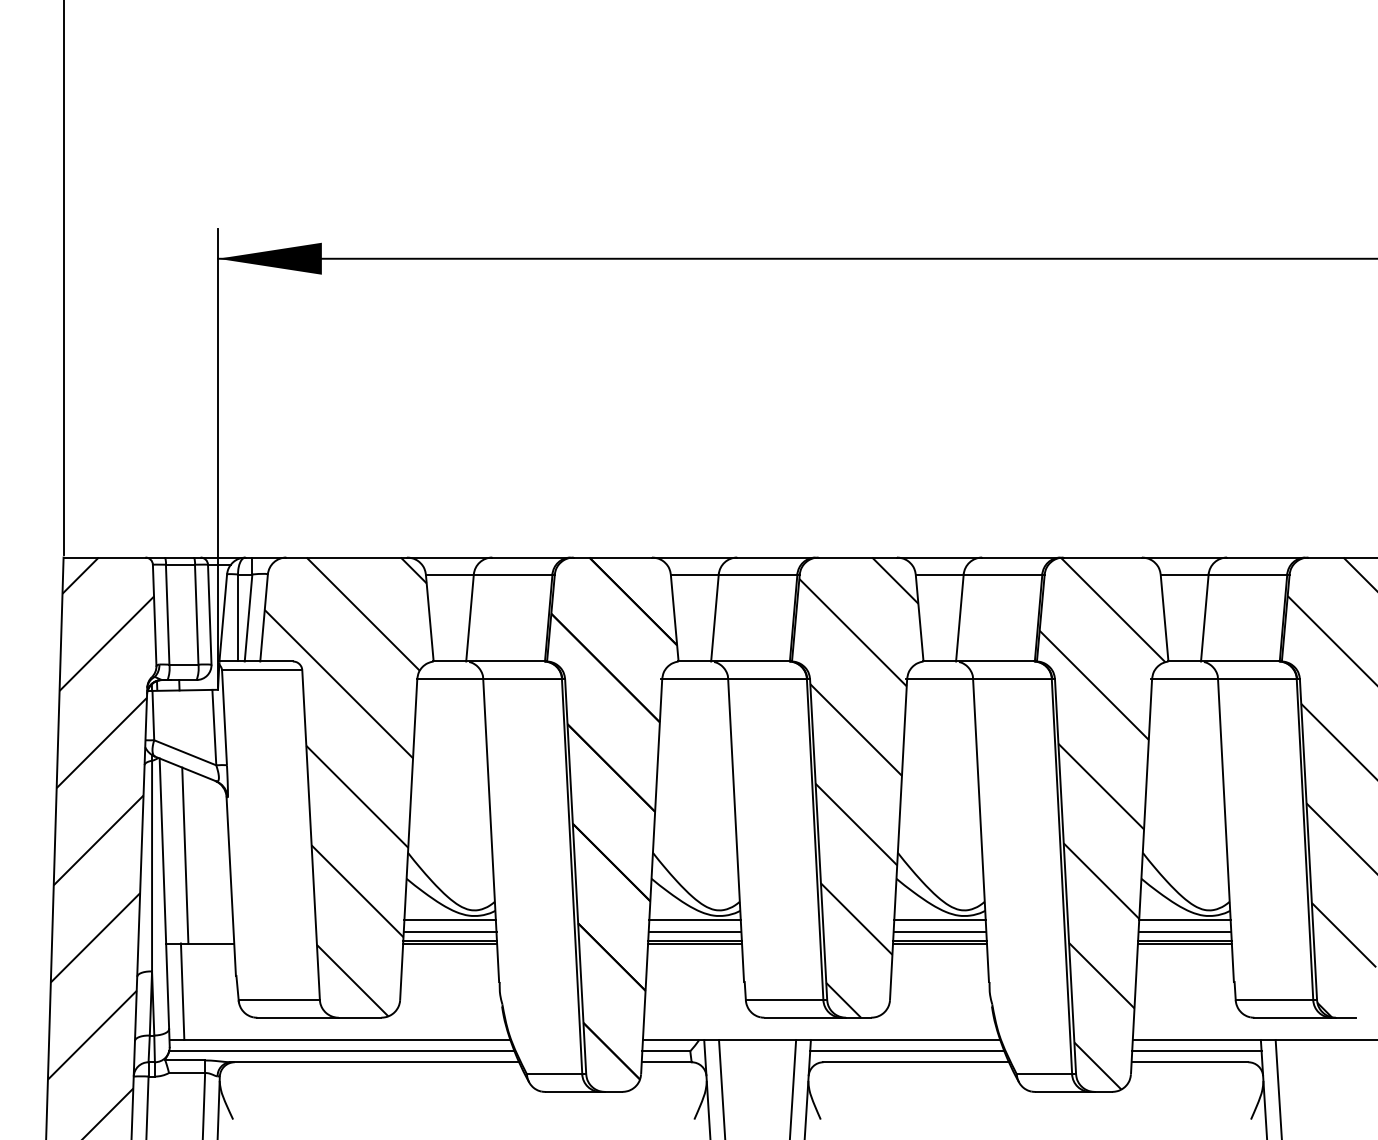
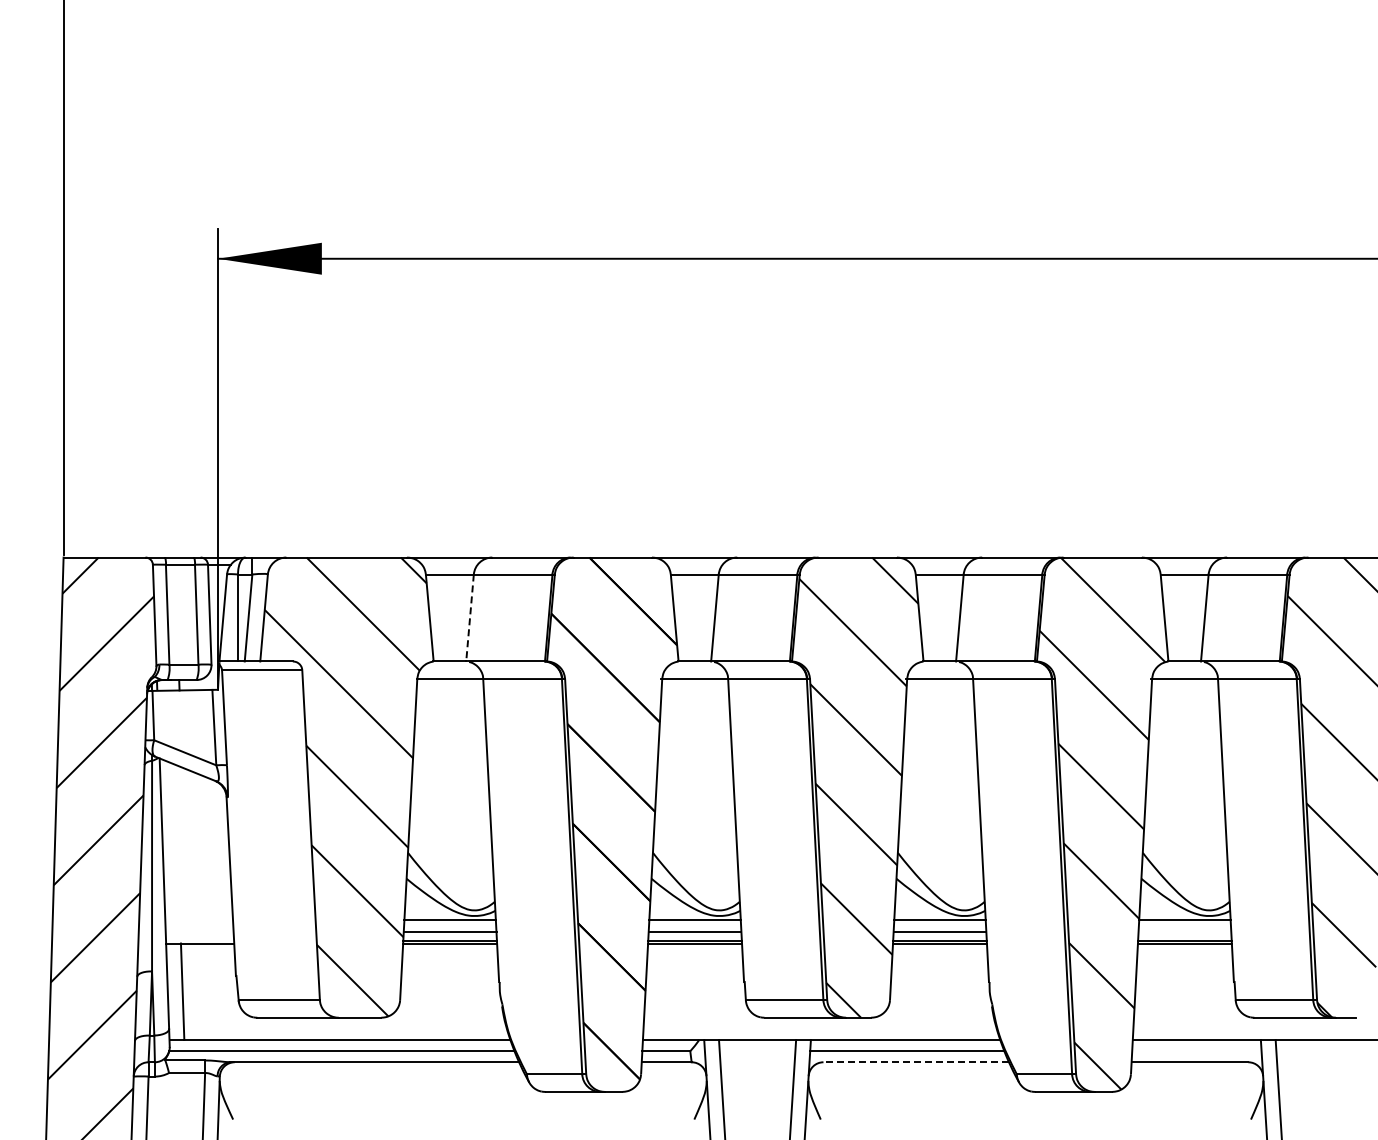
line at (470, 617): solid -> dashed
line at (185, 855): present -> none
line at (1184, 932): present -> none
line at (1196, 1051): present -> none
line at (916, 1062): solid -> dashed
